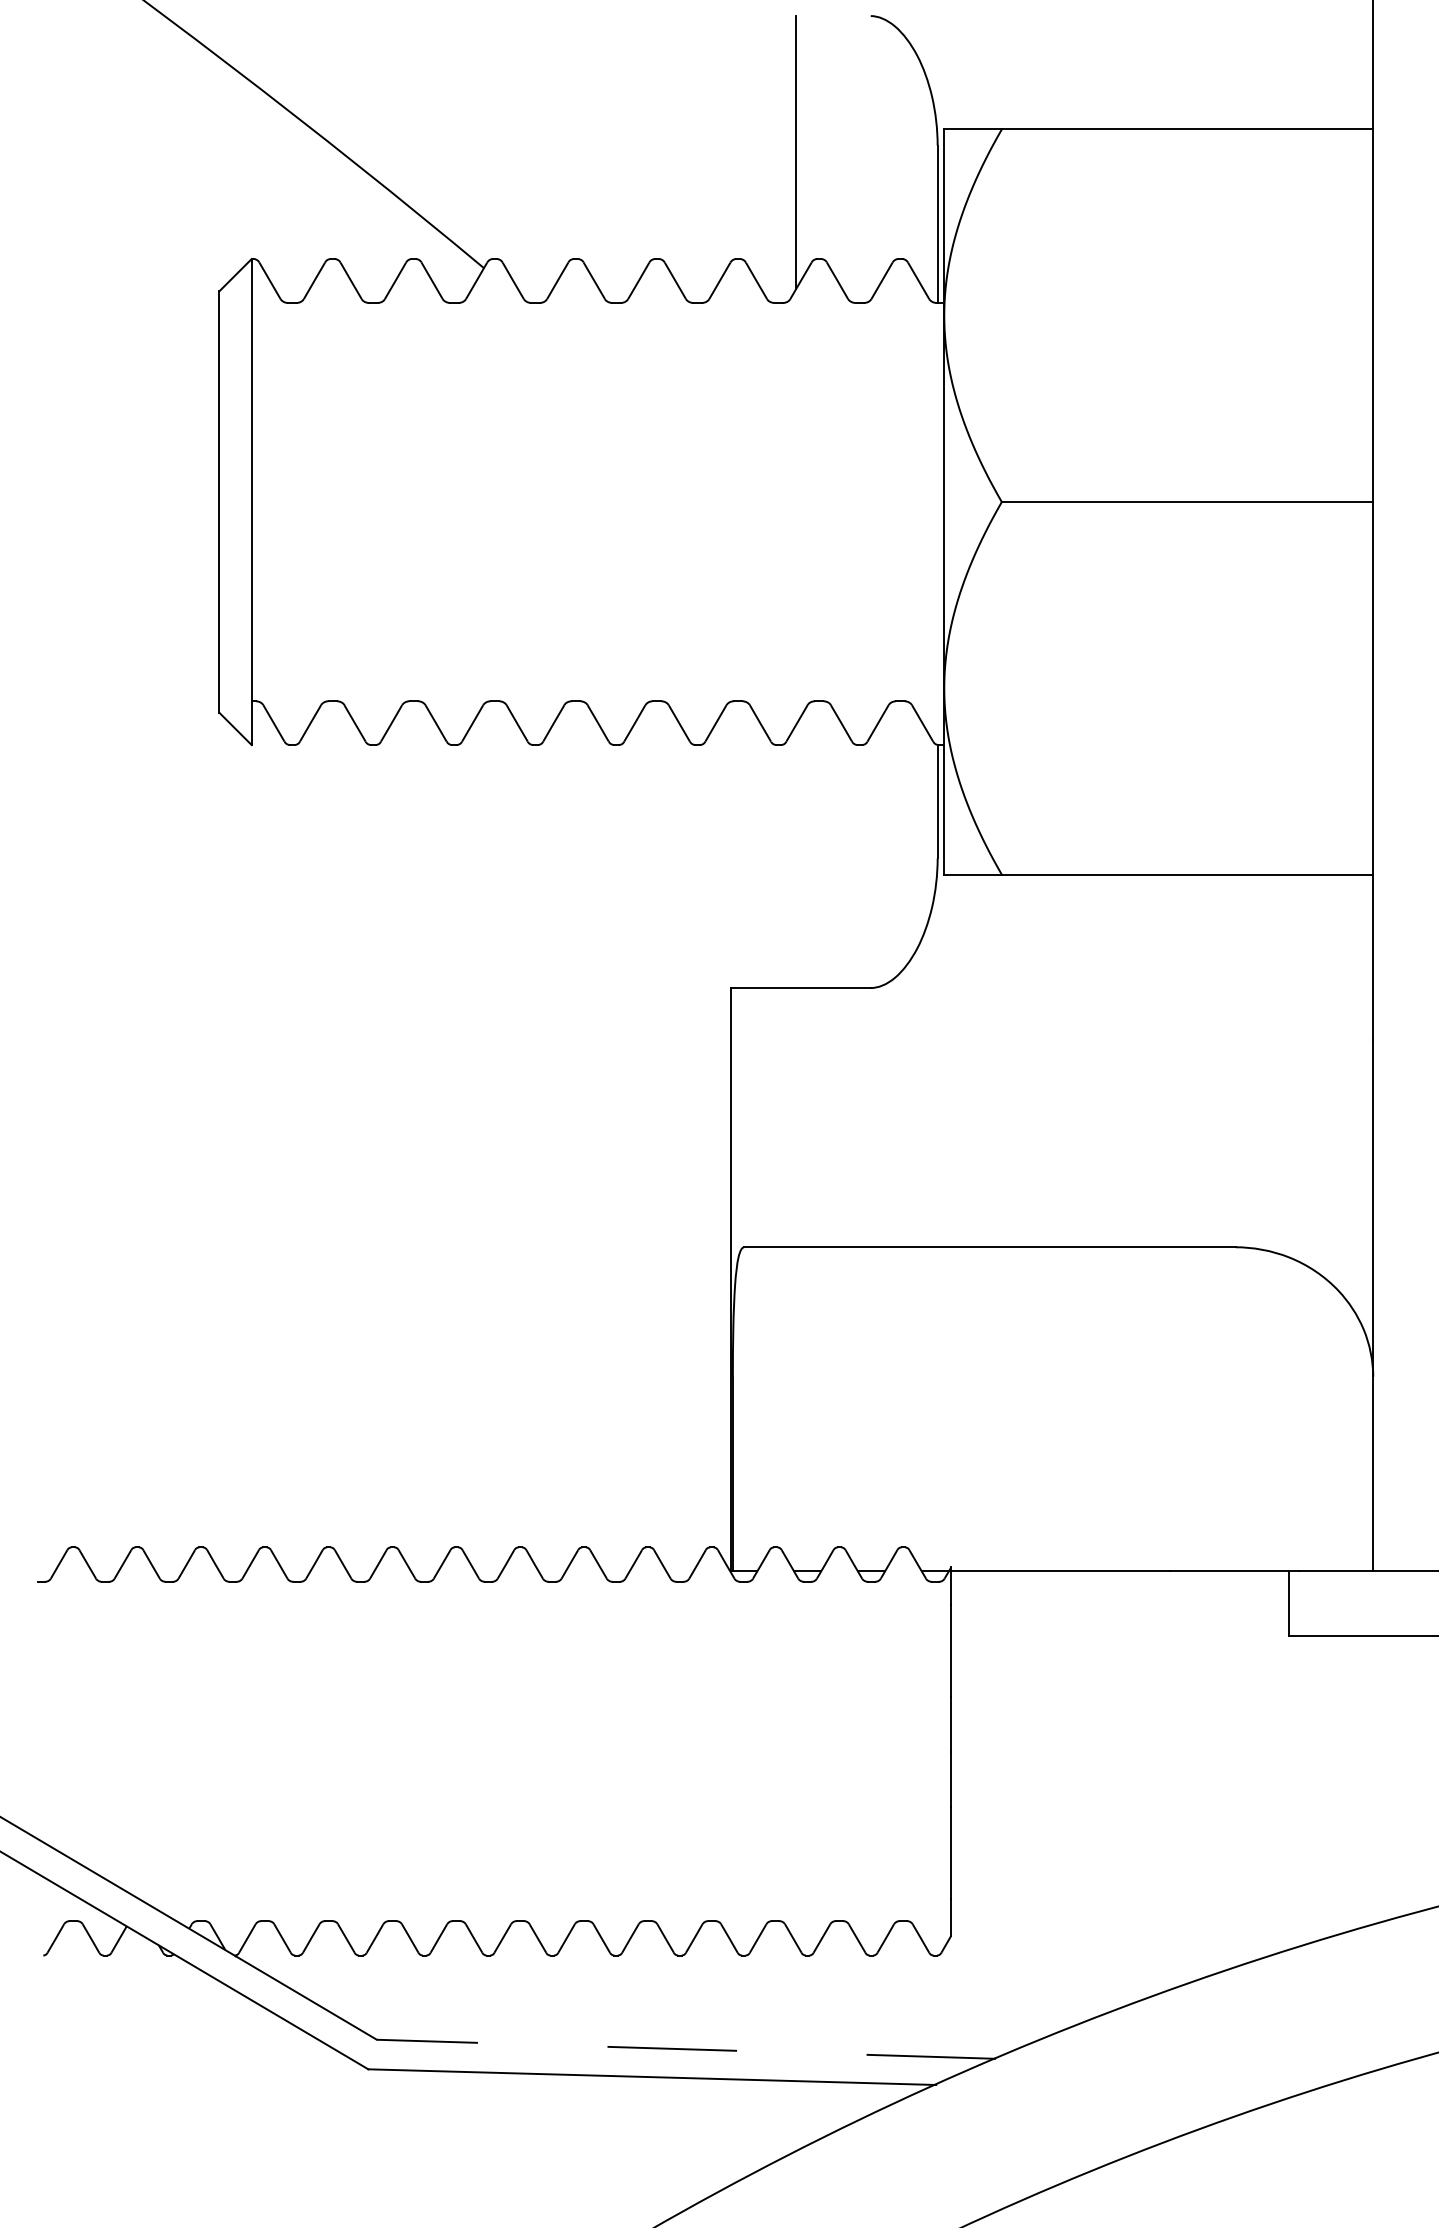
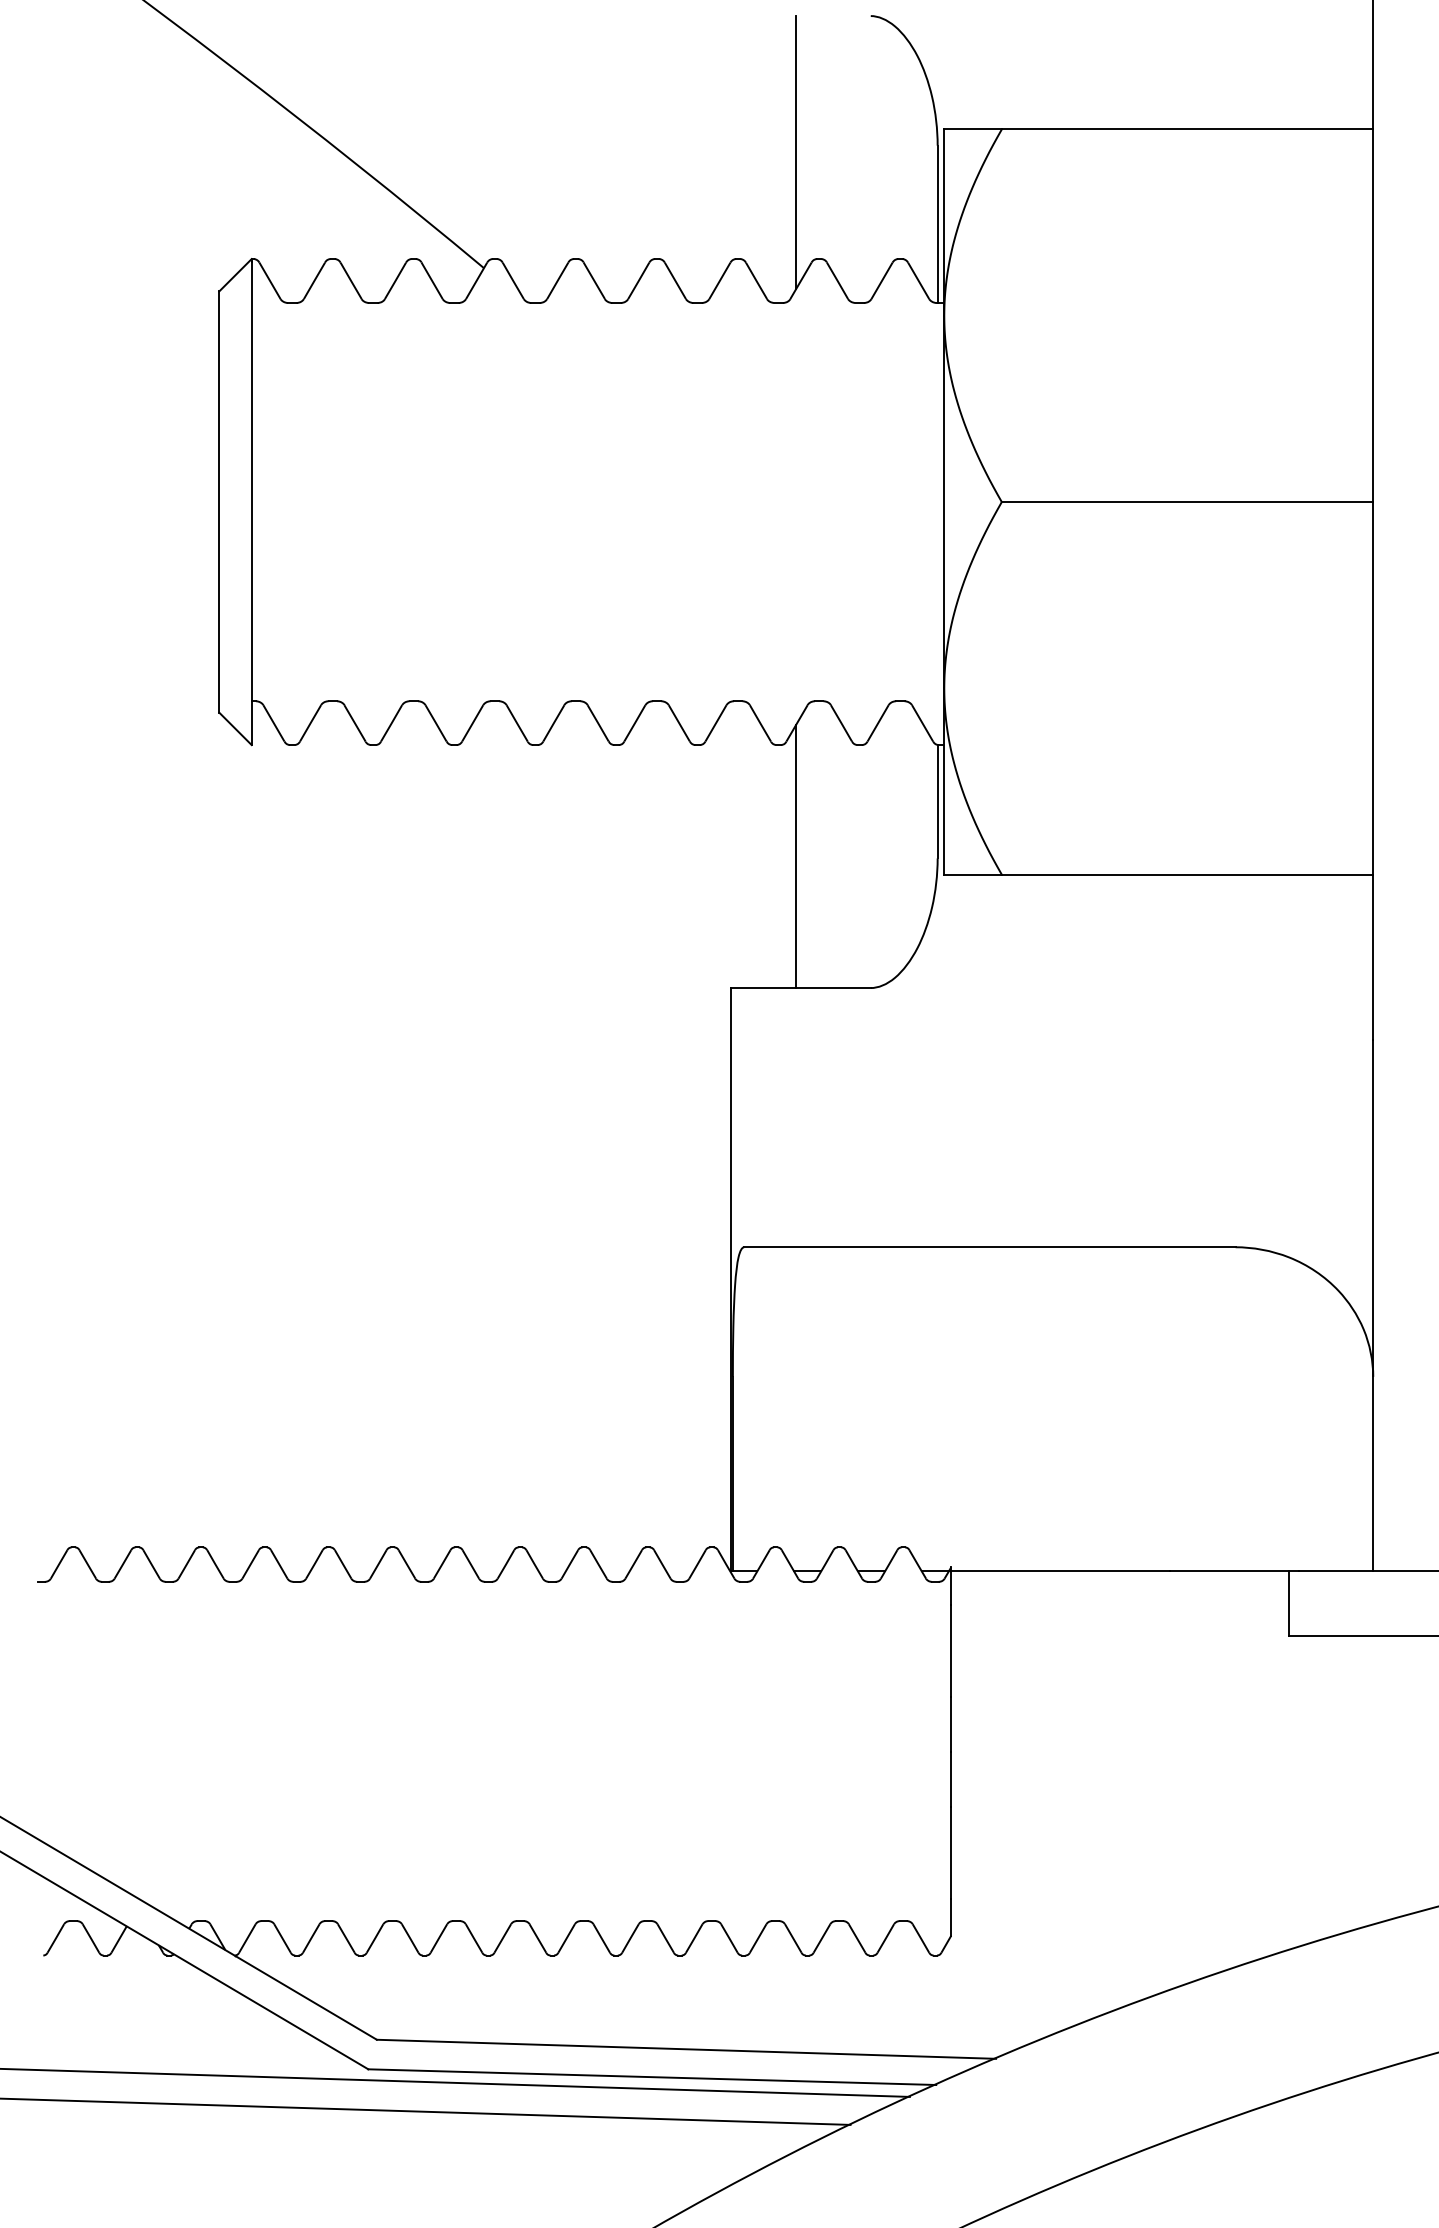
line at (796, 856): none -> present
line at (686, 2049): dashed -> solid
line at (455, 2082): none -> present
line at (426, 2111): none -> present
